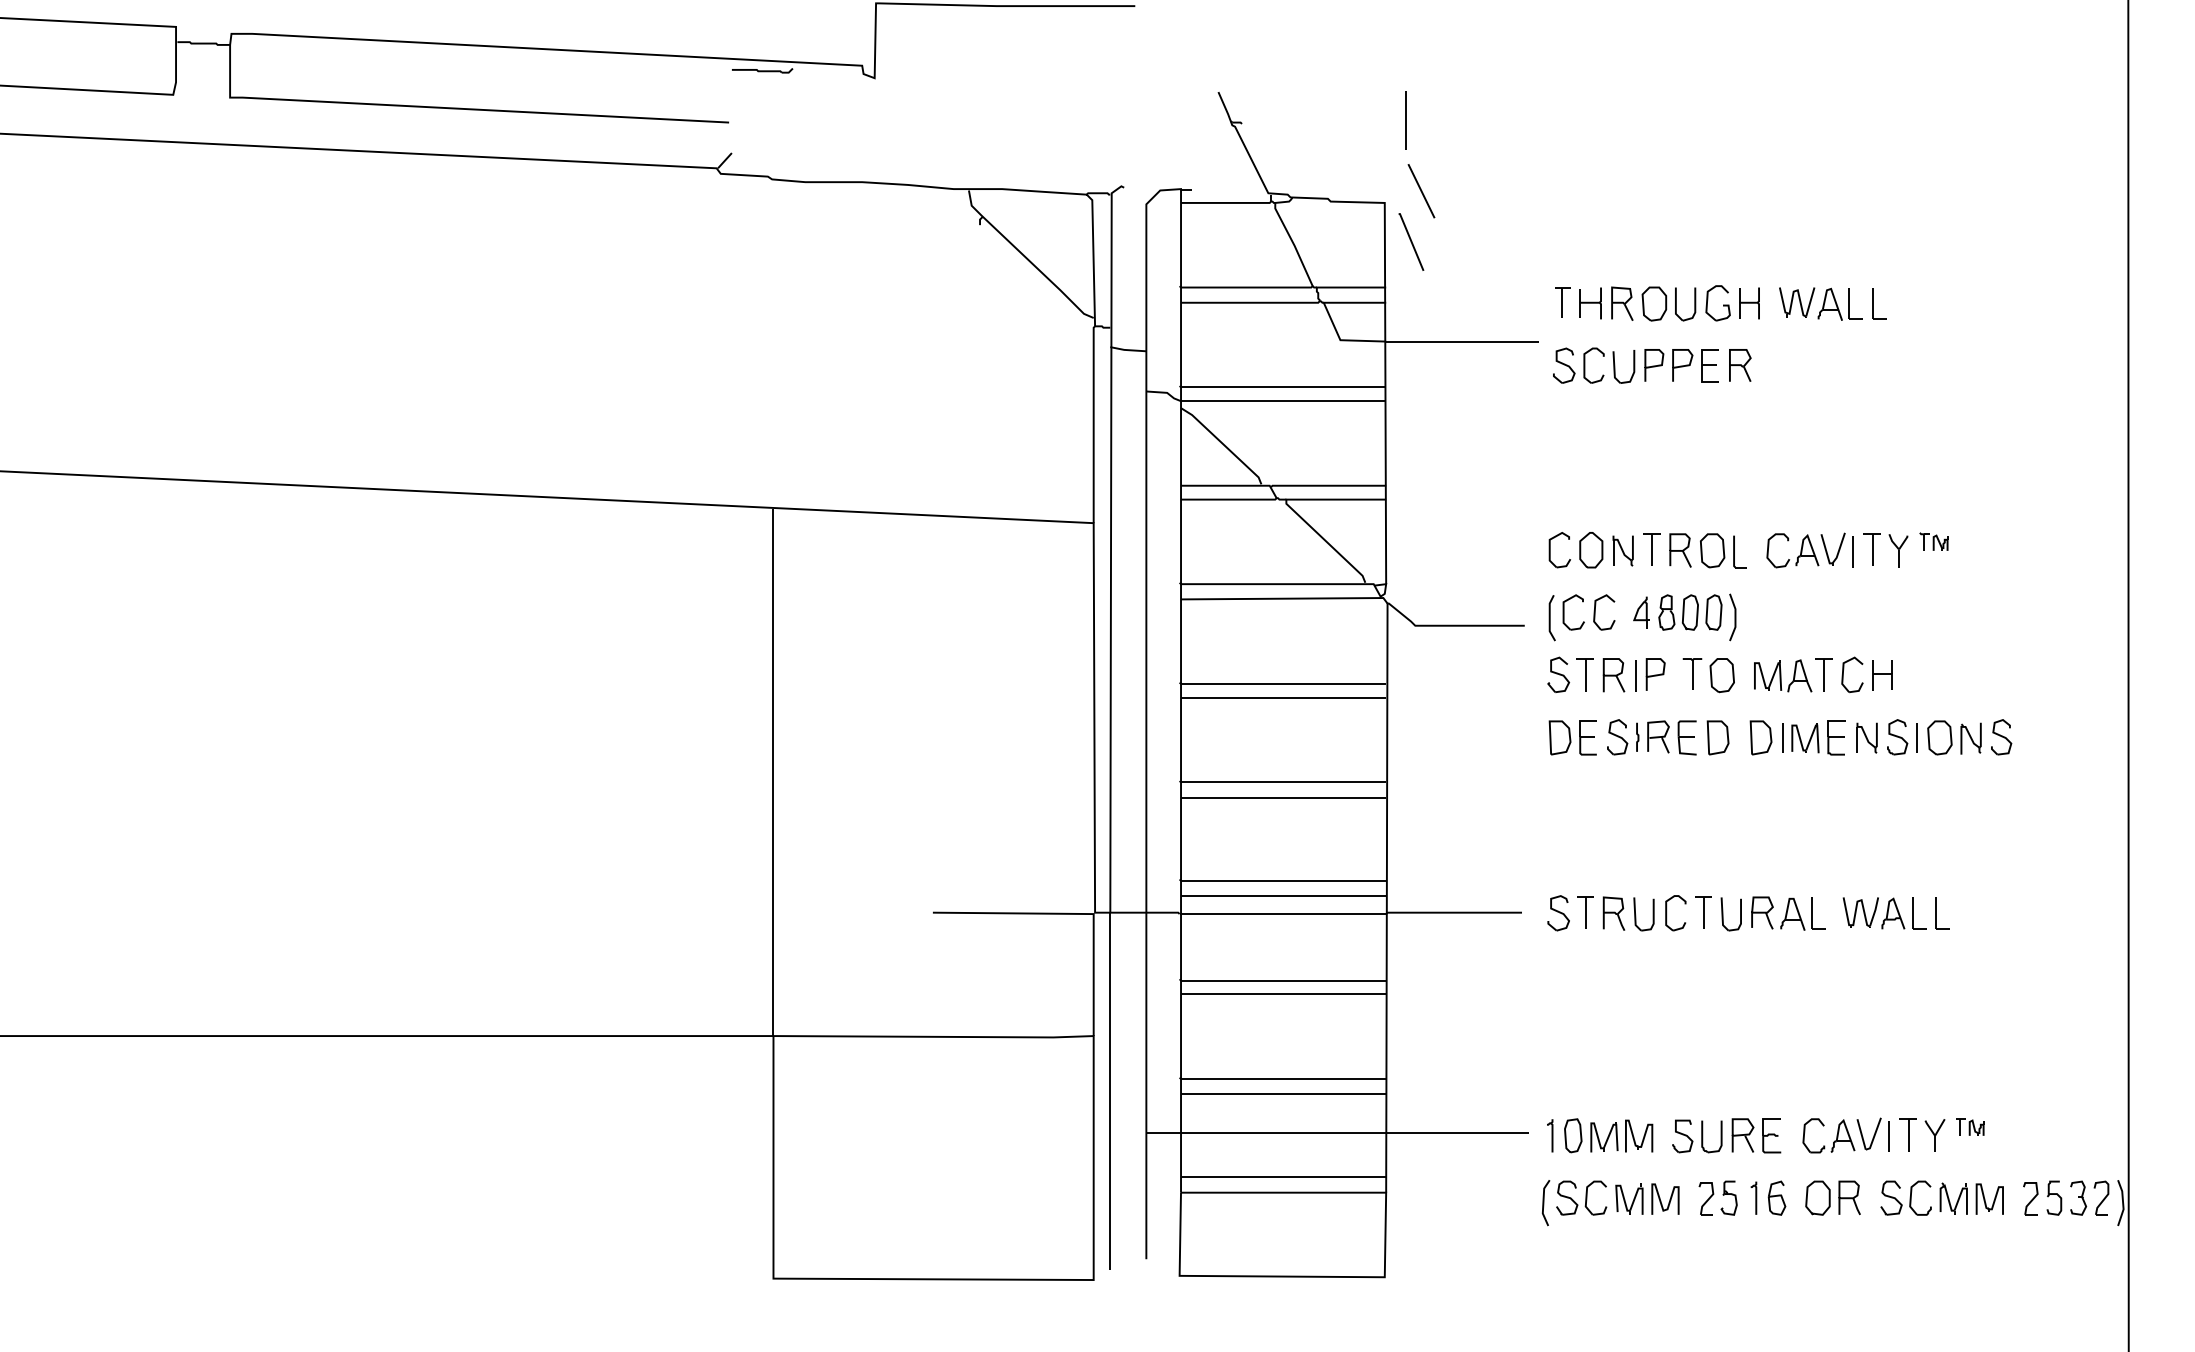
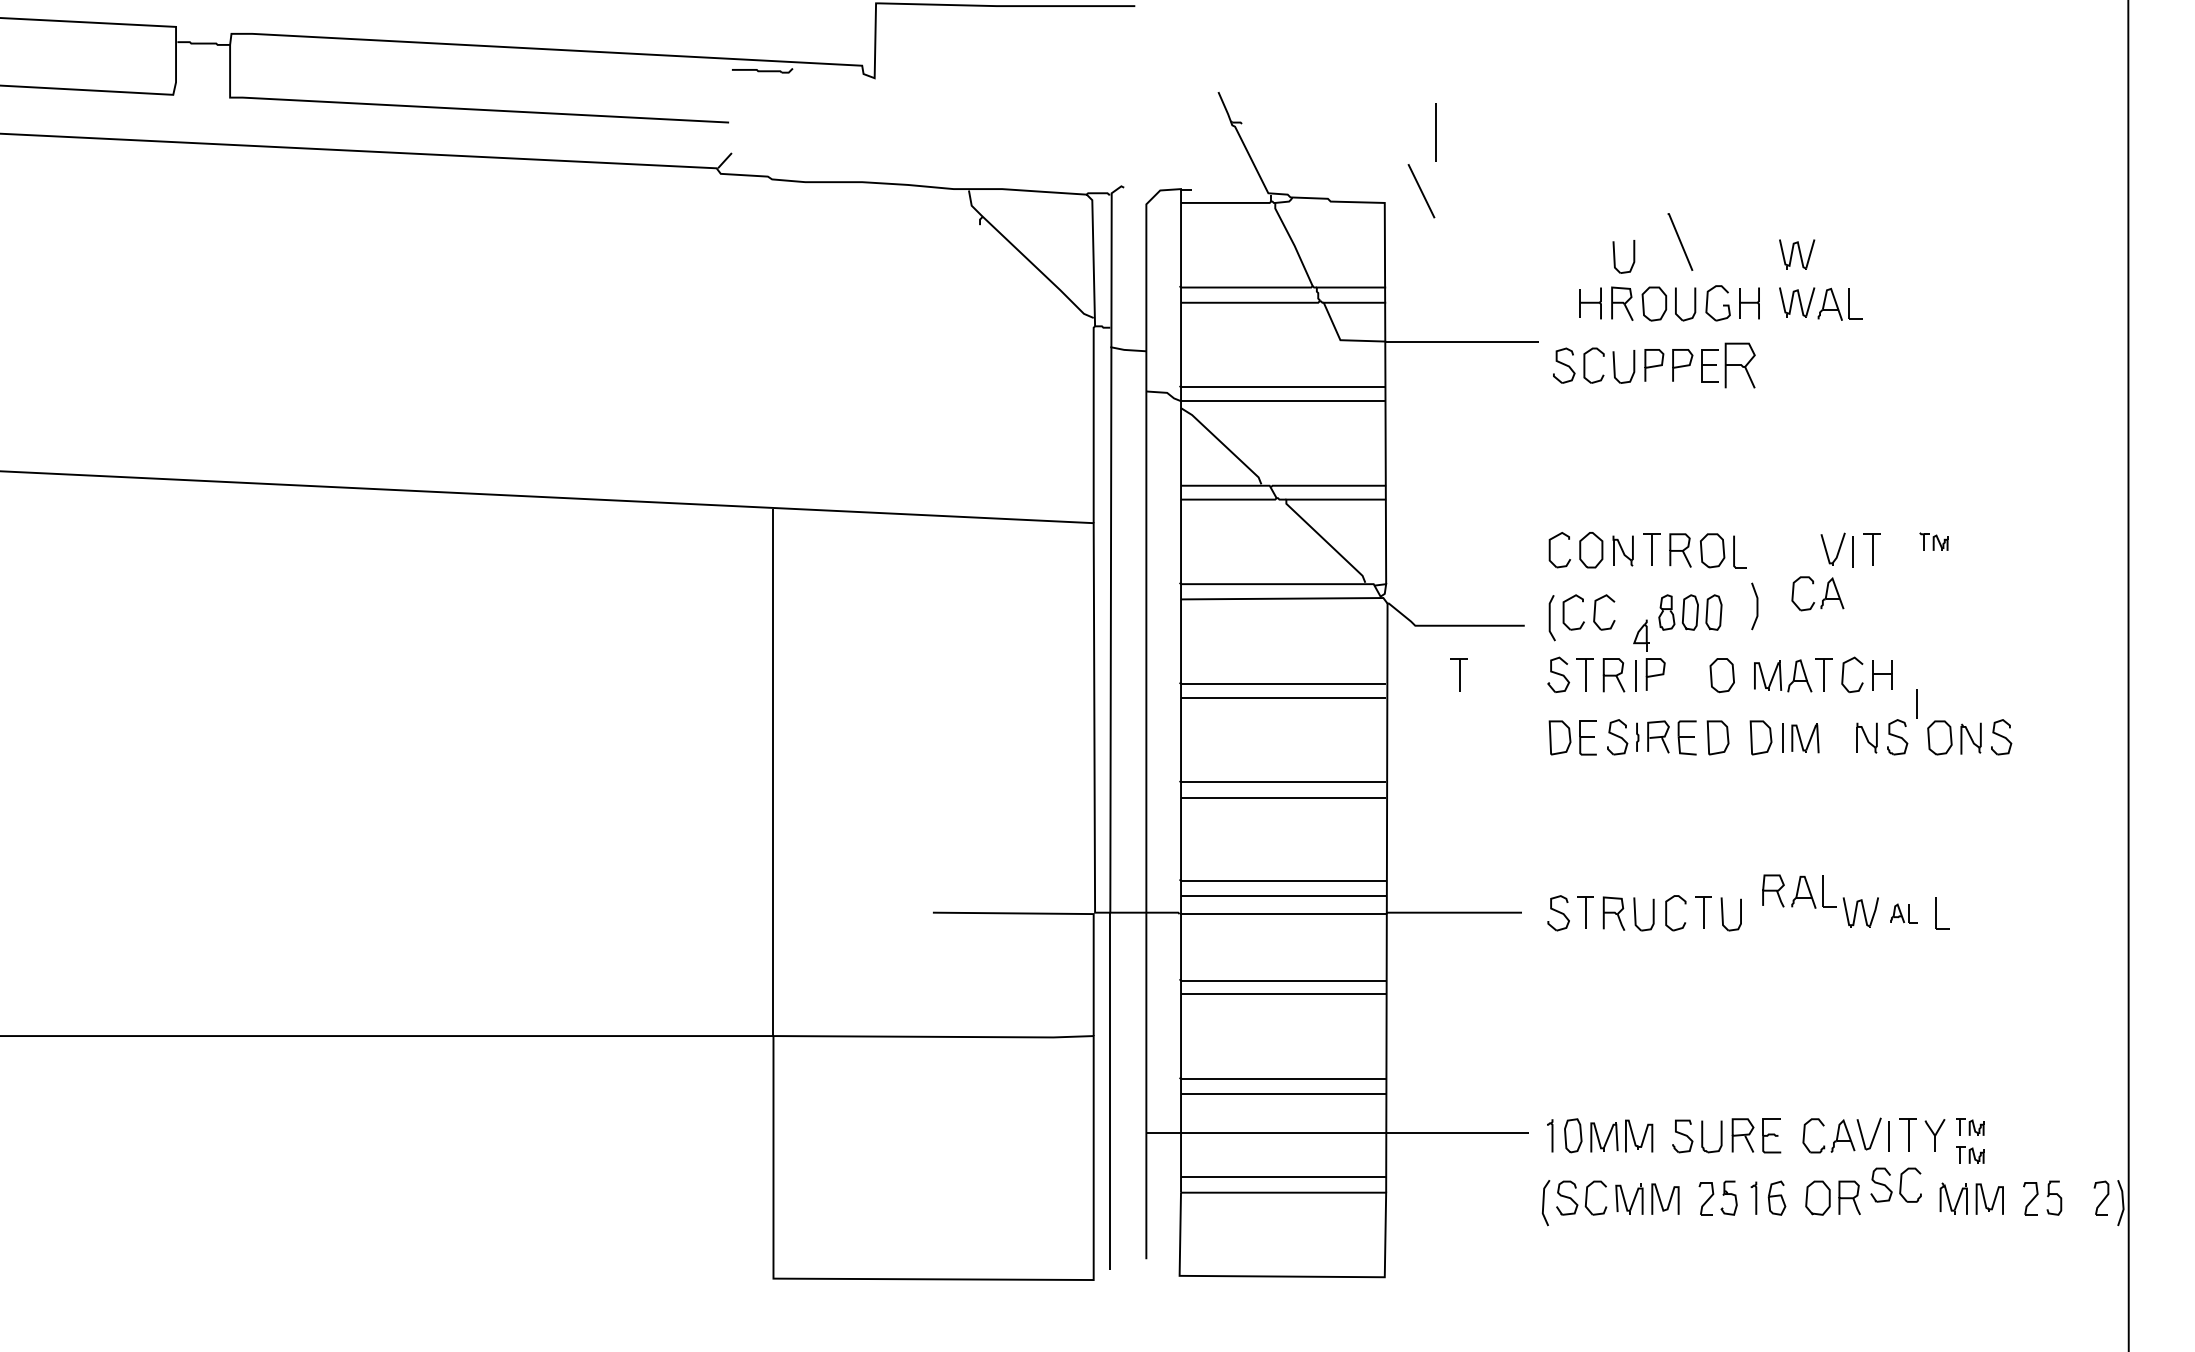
line at (1405, 120) position: (1405, 120) -> (1435, 132)
line at (1411, 241) position: (1411, 241) -> (1680, 241)
part at (1797, 254): none -> present
part at (1615, 256): none -> present
part at (1562, 302): present -> none
part at (1879, 303): present -> none
part at (1740, 365) size: 23x33 px -> 32x47 px
part at (1898, 550): present -> none
part at (1798, 555) position: (1798, 555) -> (1823, 598)
part at (1641, 612) position: (1641, 612) -> (1641, 635)
line at (1734, 617) position: (1734, 617) -> (1756, 606)
part at (1692, 673): present -> none
part at (1458, 674): none -> present
part at (1836, 737): present -> none
line at (1916, 737) position: (1916, 737) -> (1916, 703)
part at (1788, 913) position: (1788, 913) -> (1799, 891)
part at (1903, 913) size: 46x33 px -> 28x21 px
part at (1970, 1154): none -> present
part at (1905, 1197) position: (1905, 1197) -> (1895, 1184)
part at (2078, 1197): present -> none
